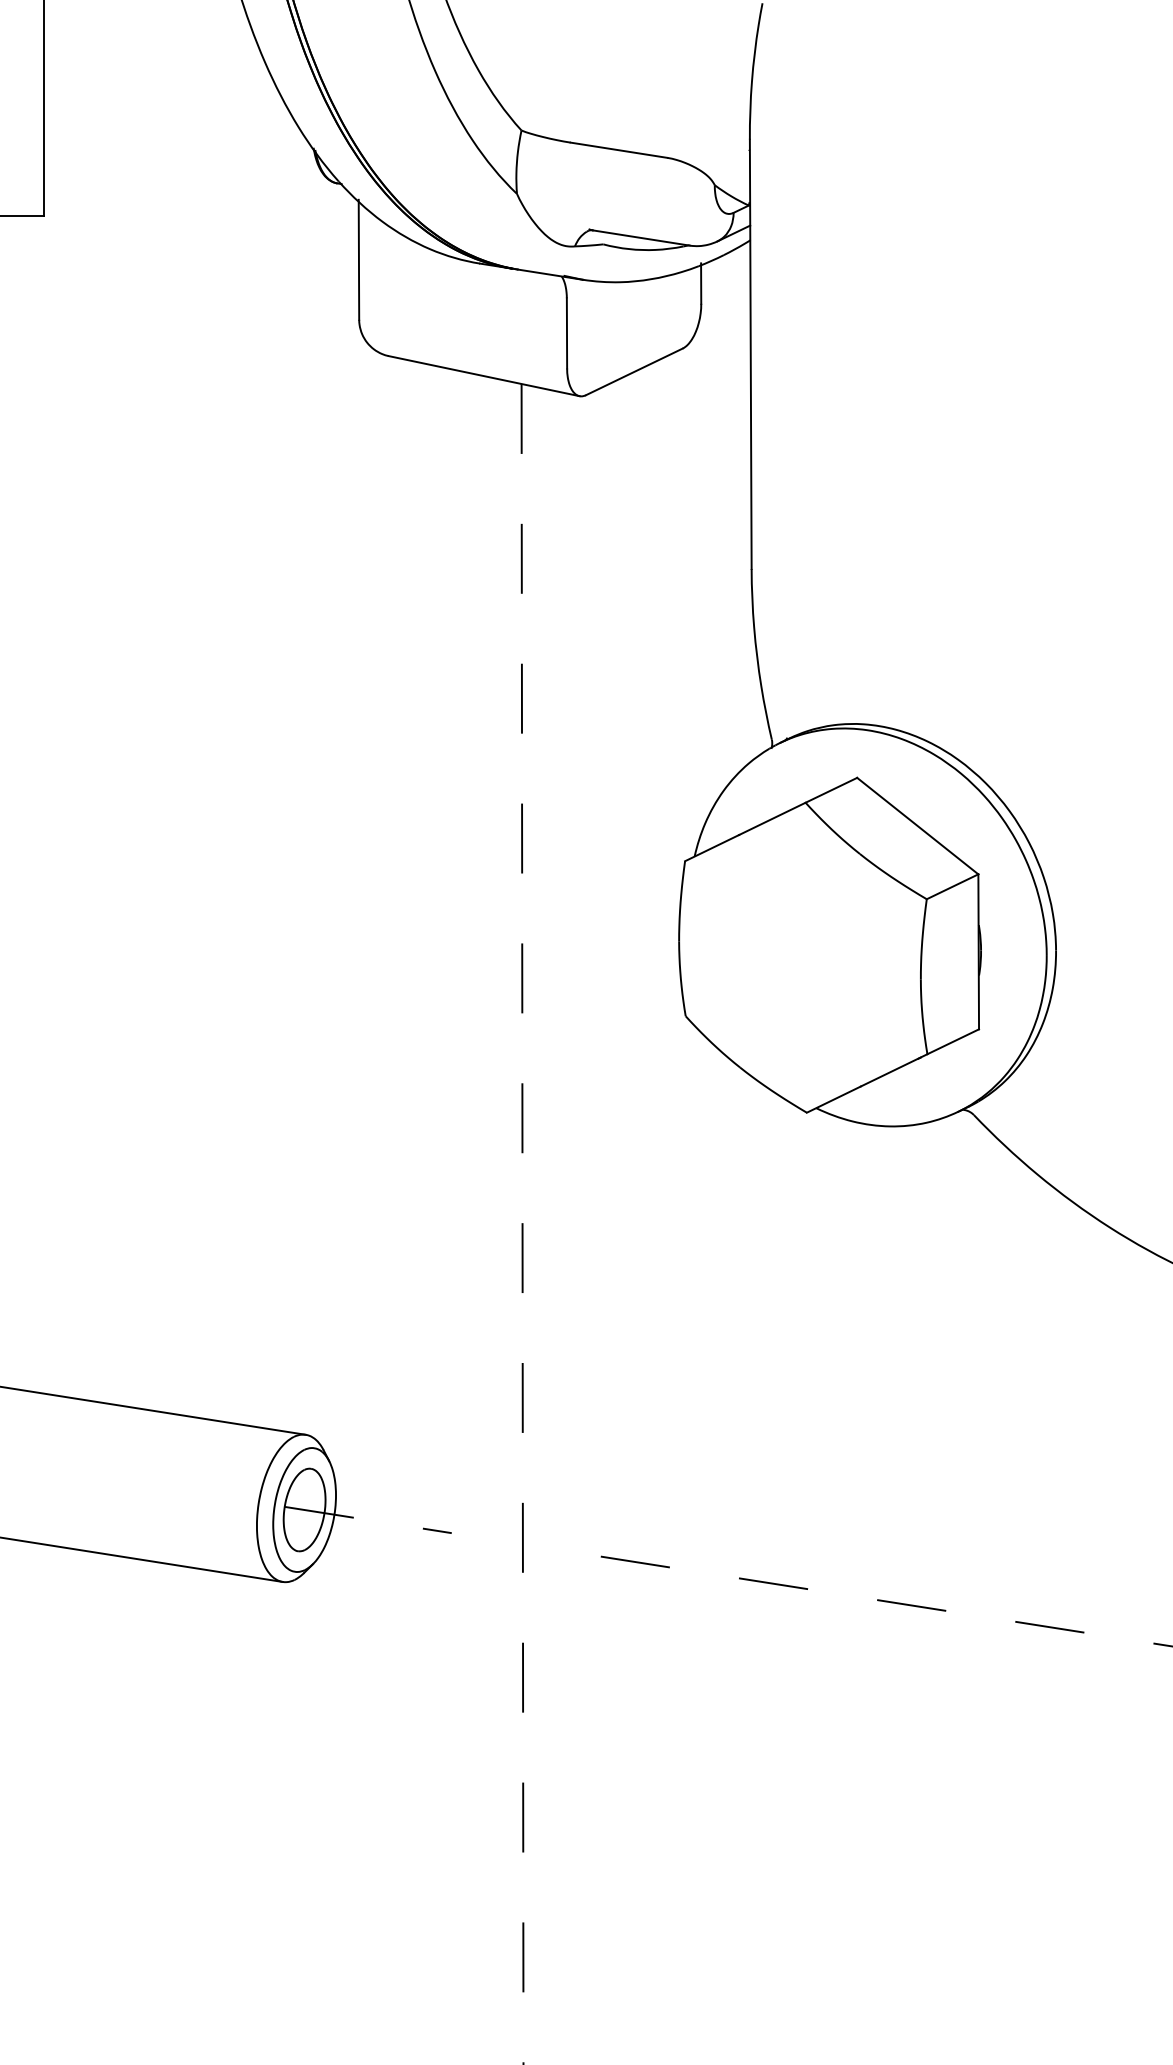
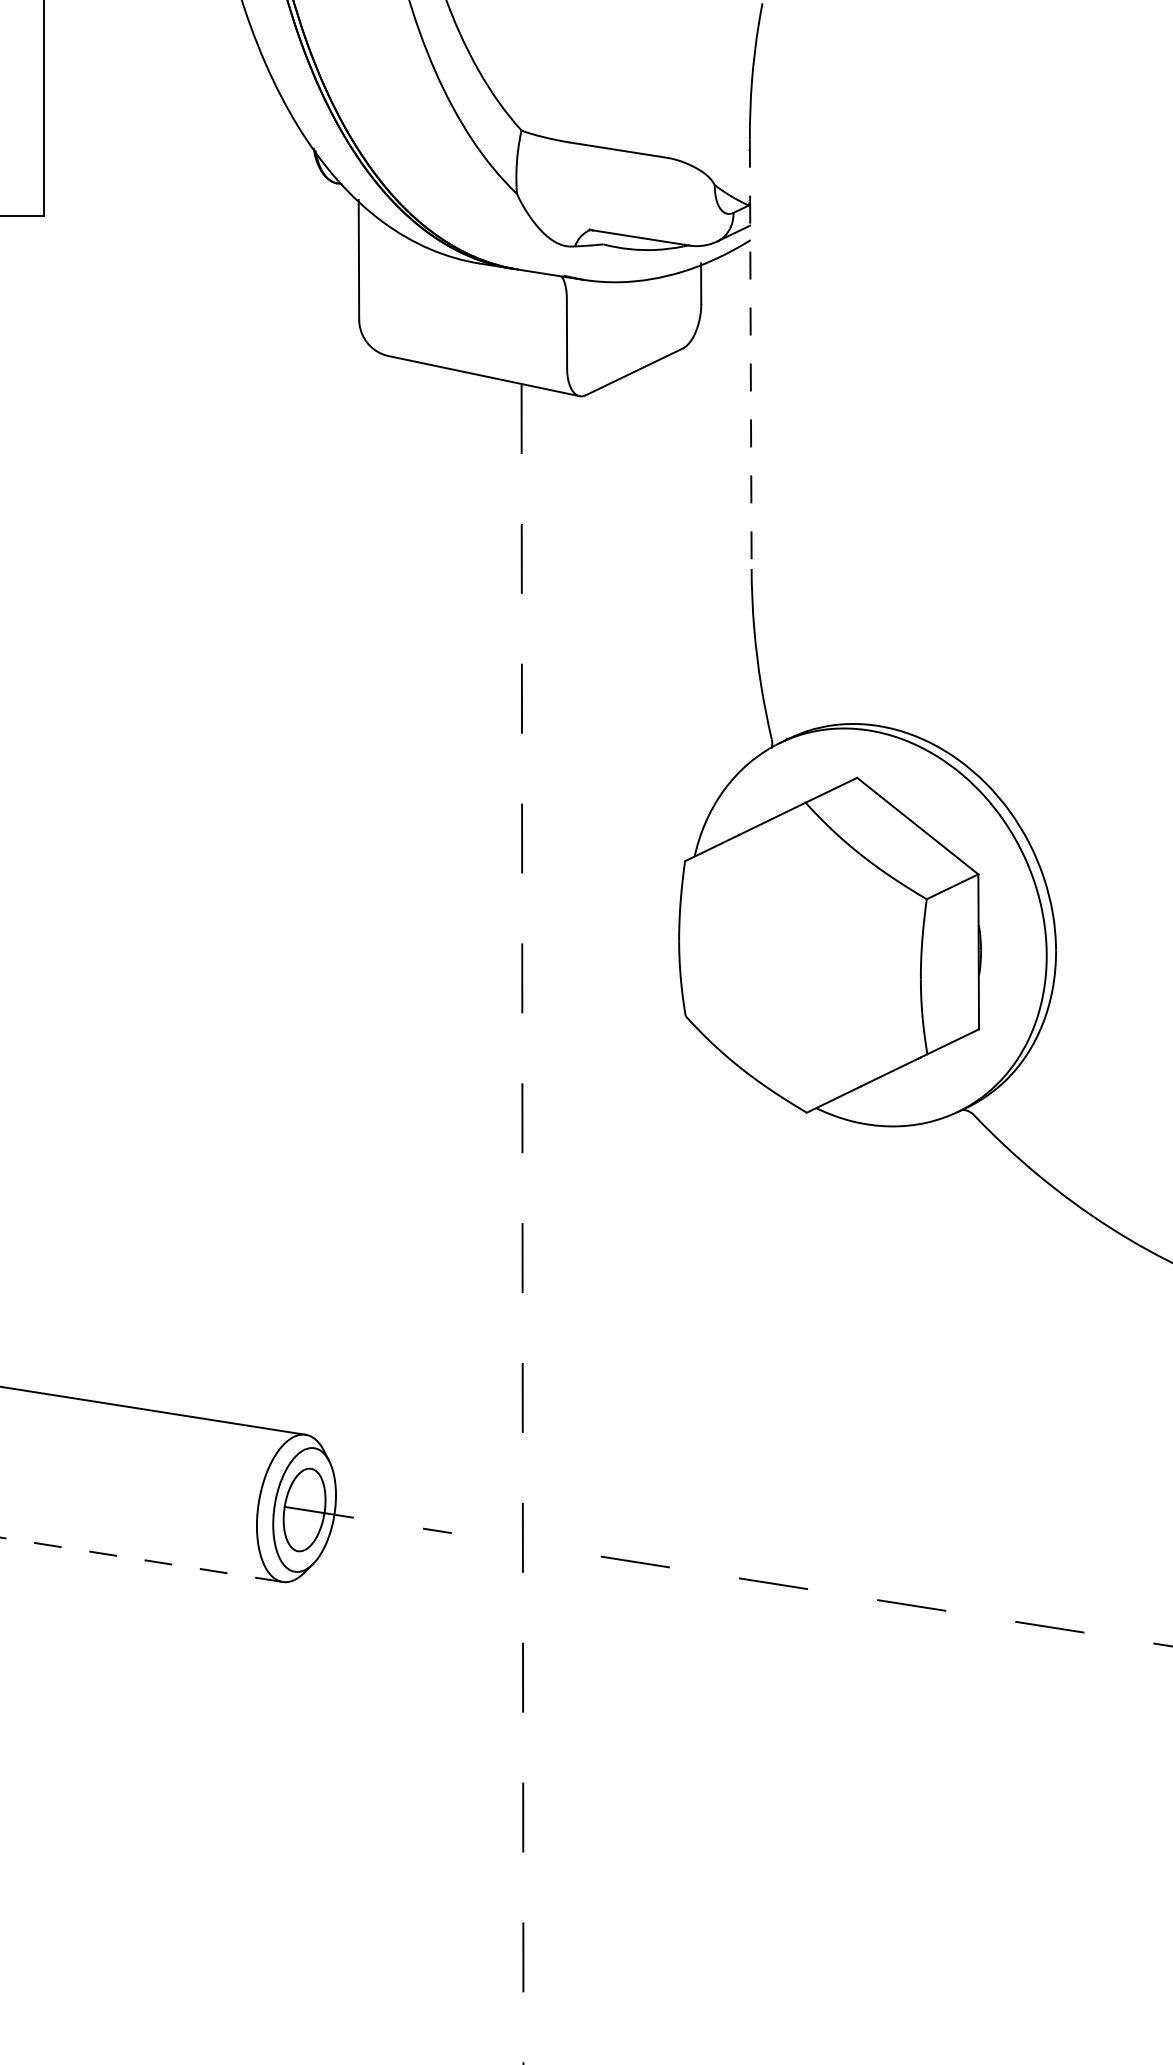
line at (750, 354): solid -> dashed
line at (141, 1559): solid -> dashed
